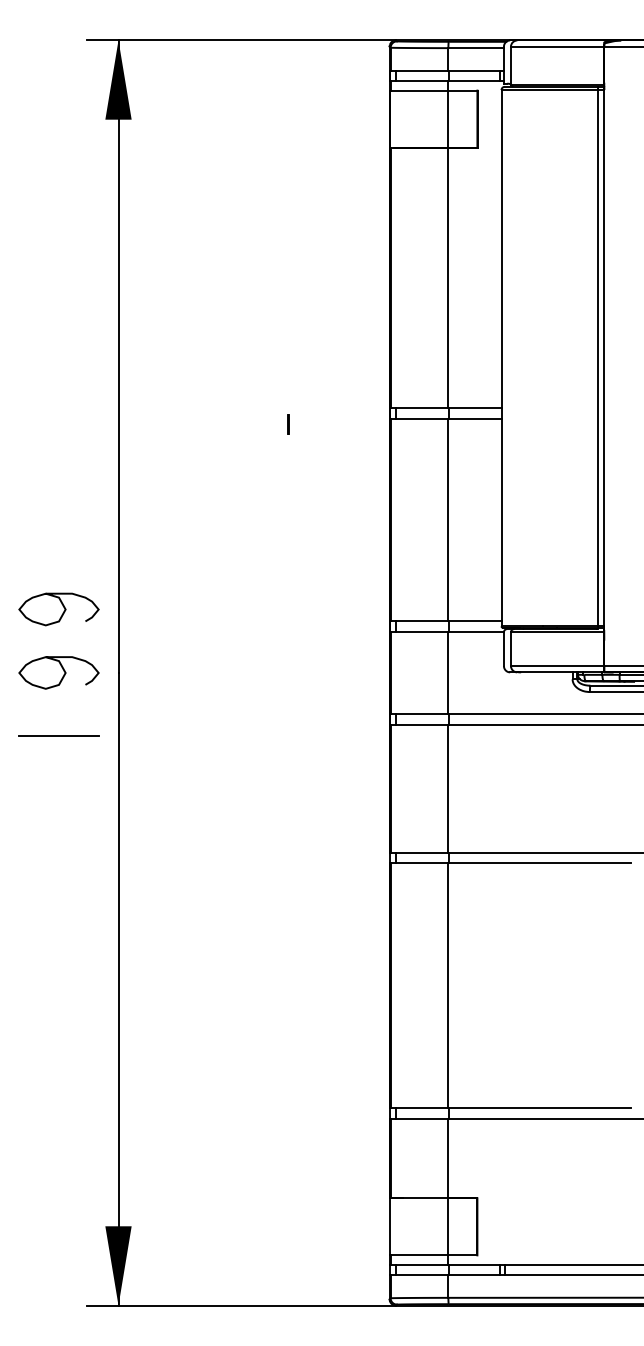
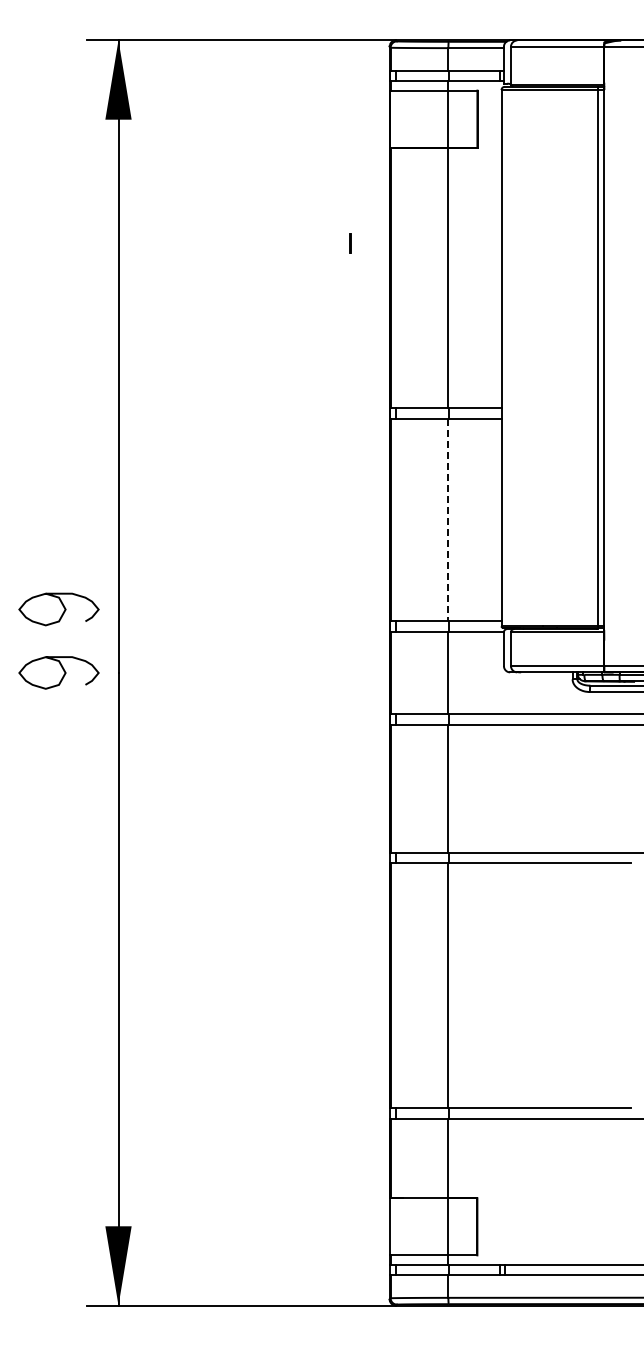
line at (288, 424) position: (288, 424) -> (350, 243)
line at (448, 520): solid -> dashed
line at (58, 736): present -> none
